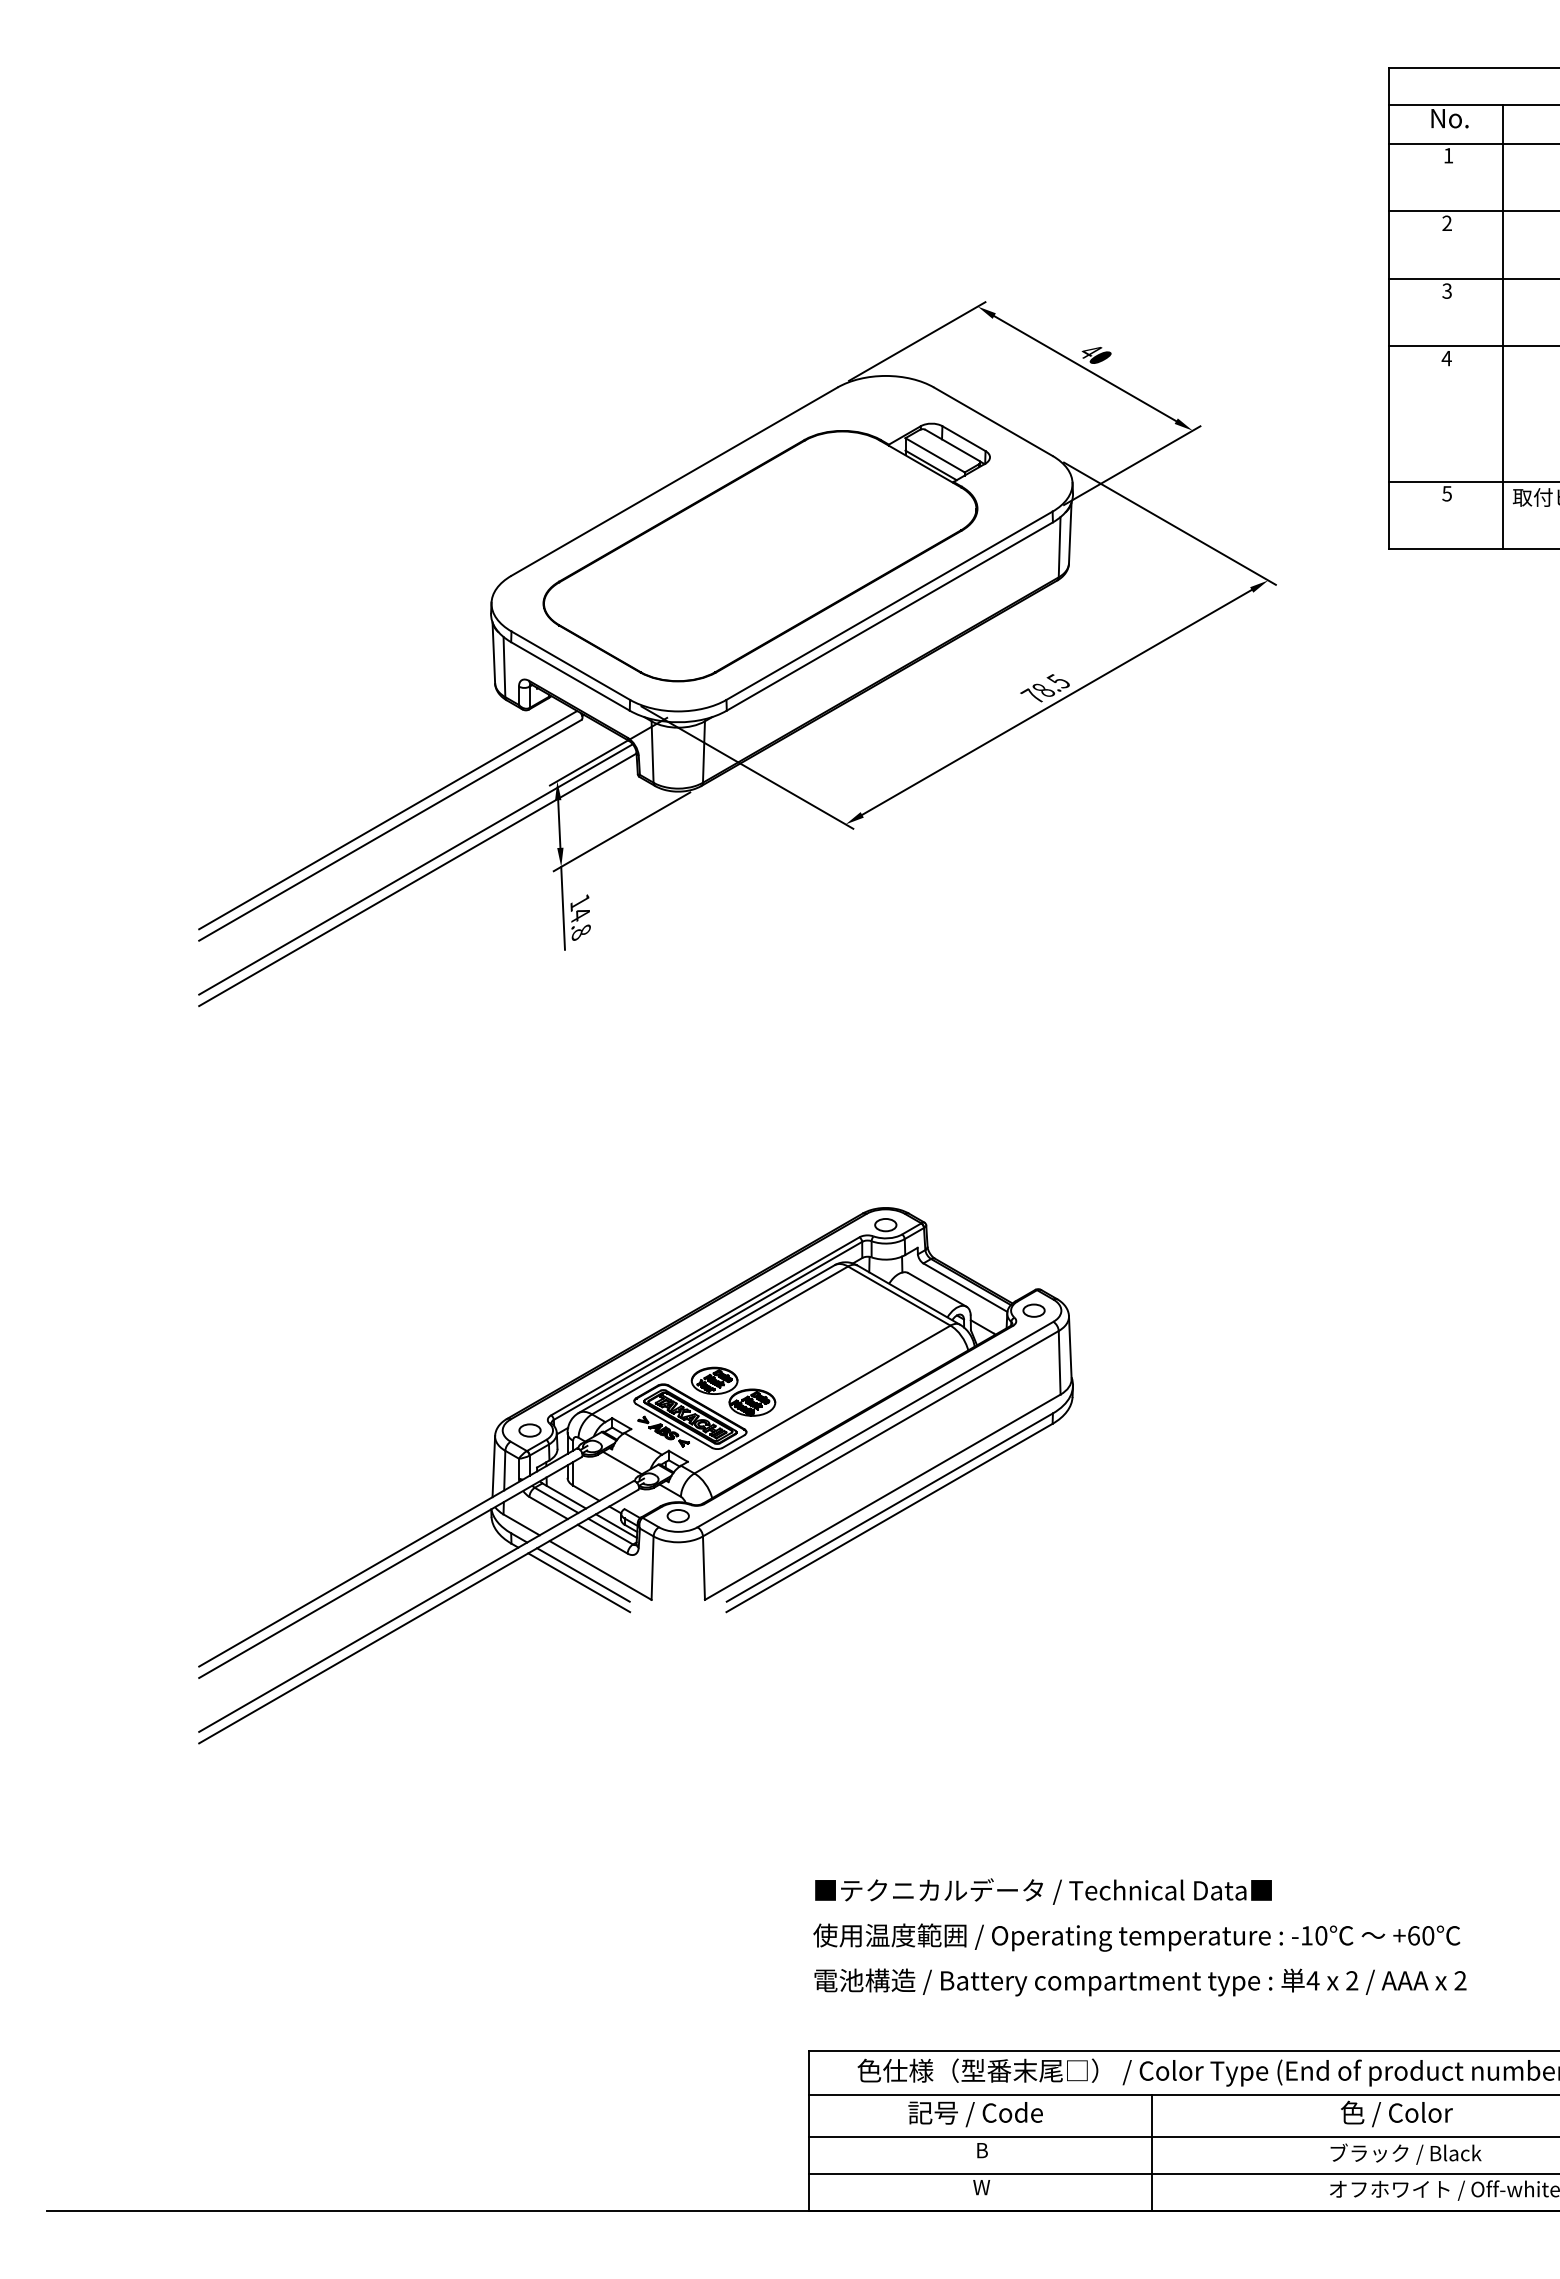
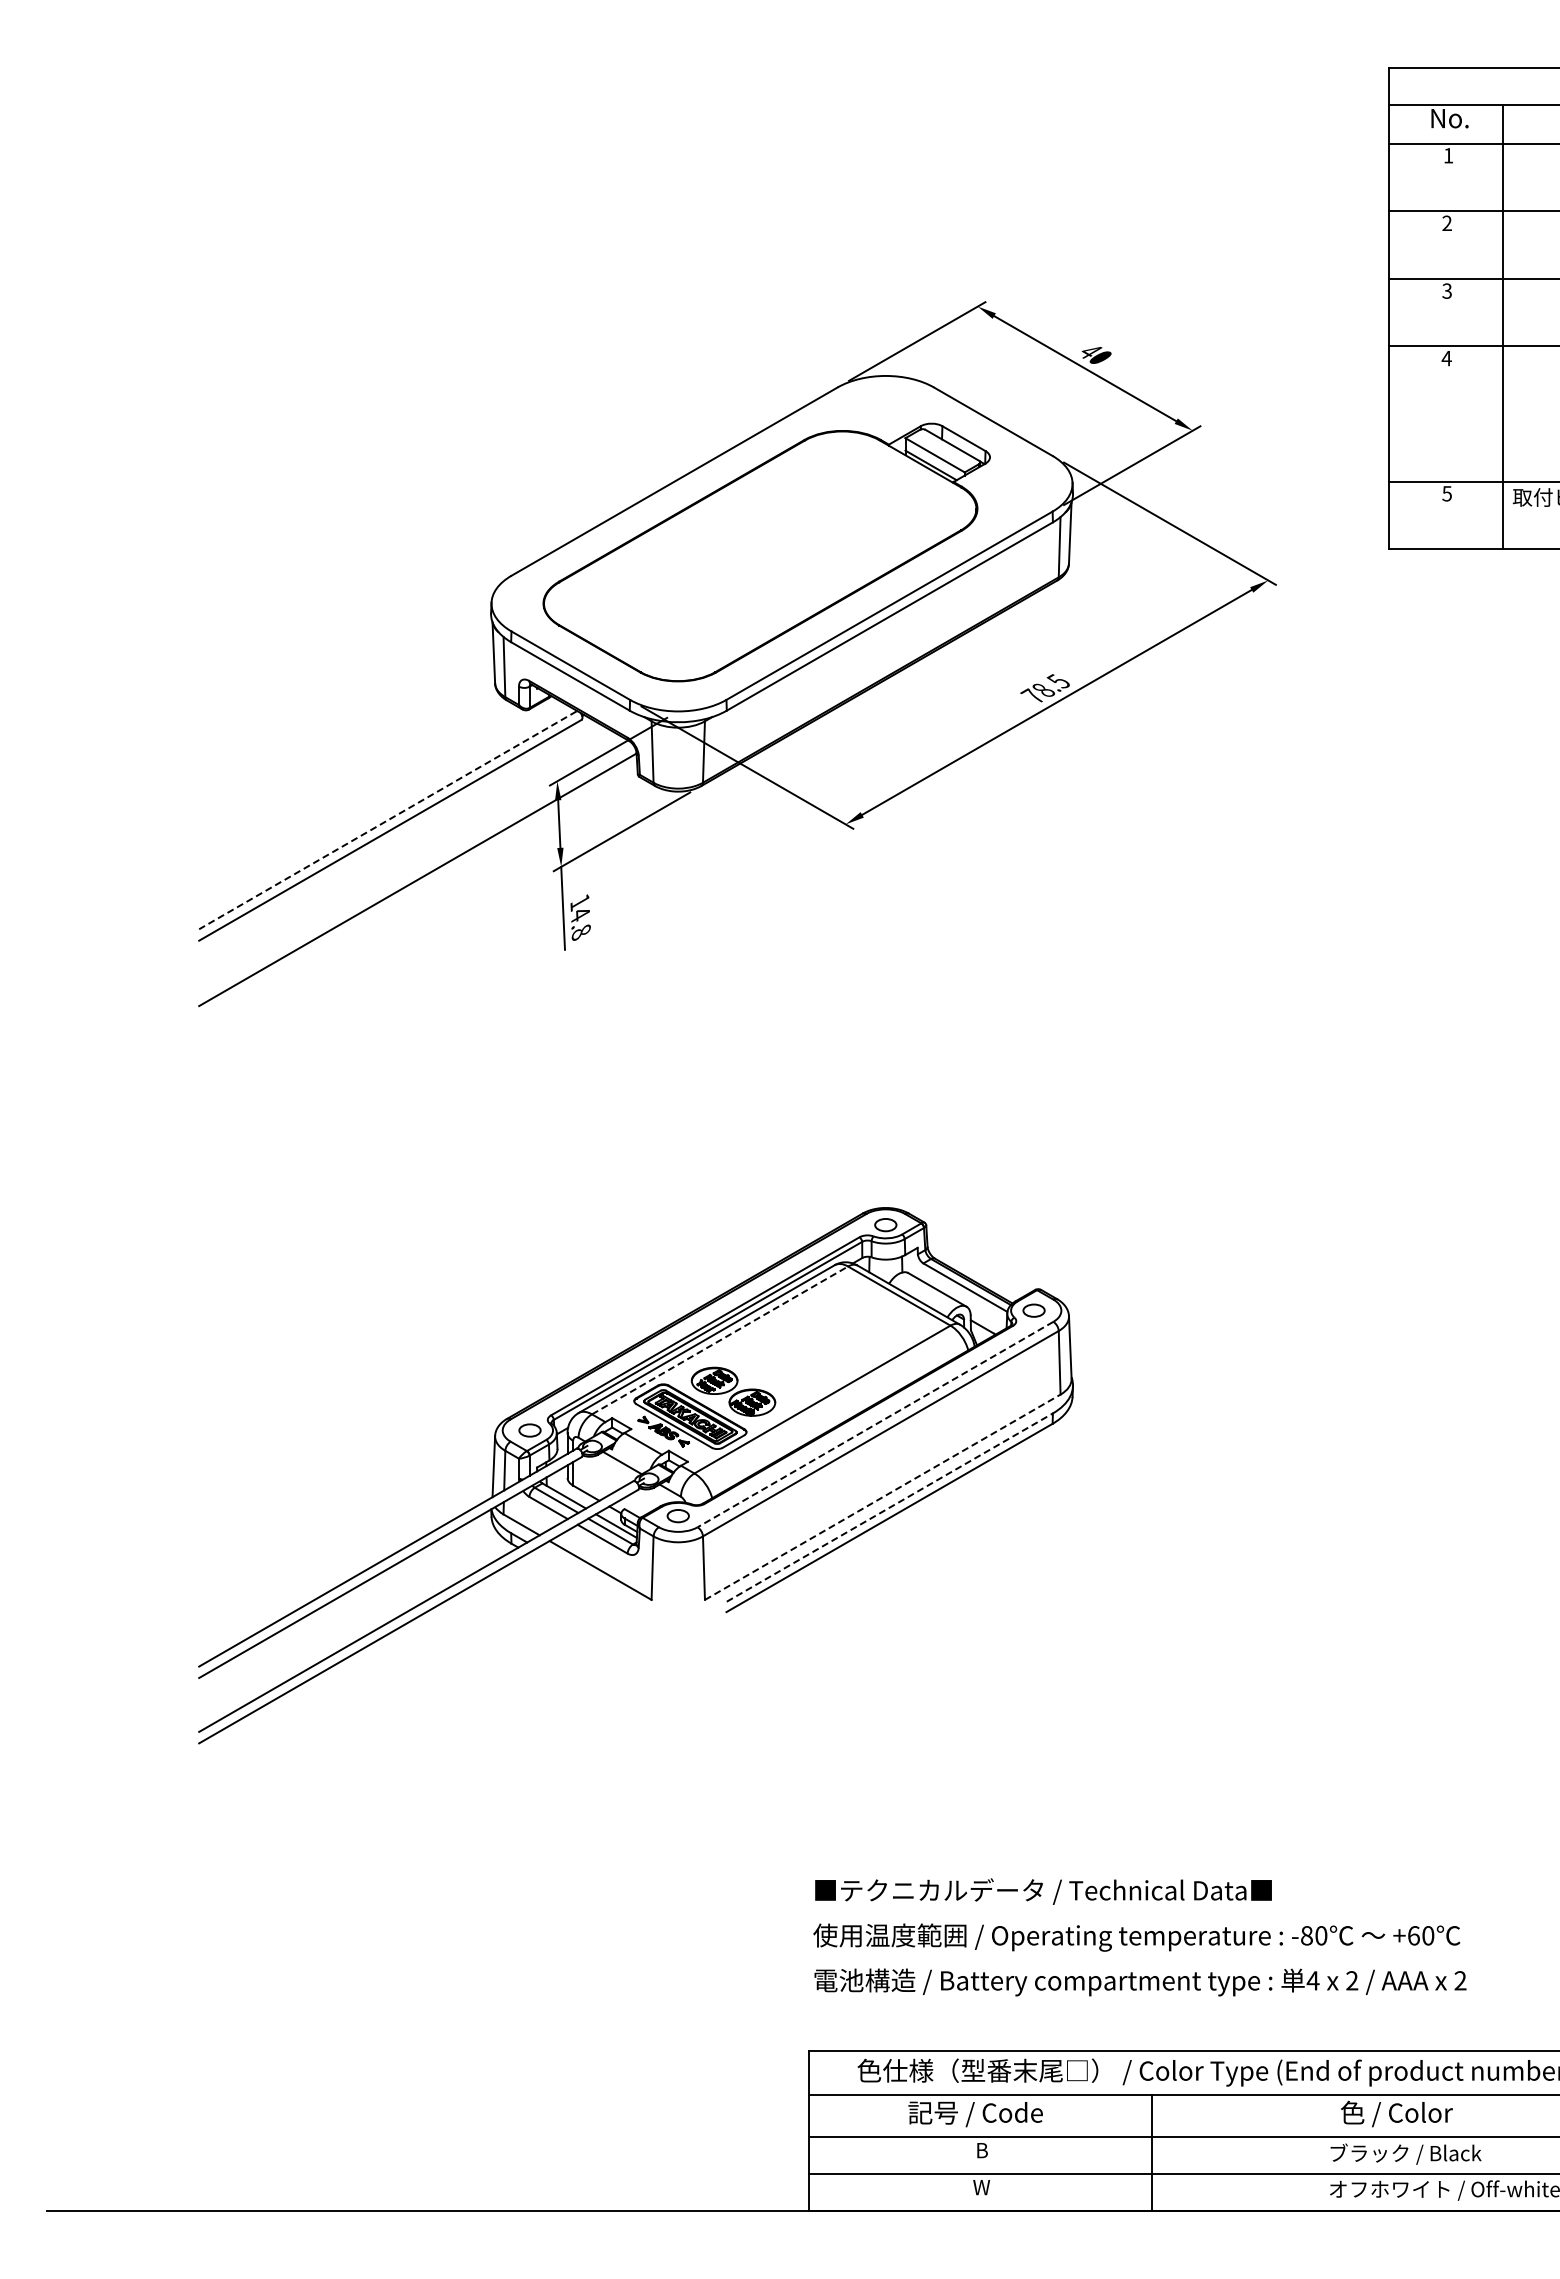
line at (387, 820): solid -> dashed
line at (415, 869): present -> none
line at (720, 1340): solid -> dashed
line at (875, 1424): solid -> dashed
line at (883, 1497): solid -> dashed
line at (890, 1507): solid -> dashed
line at (583, 1574): present -> none
line at (579, 1582): present -> none
text at (1306, 1935): -10 -> -80
